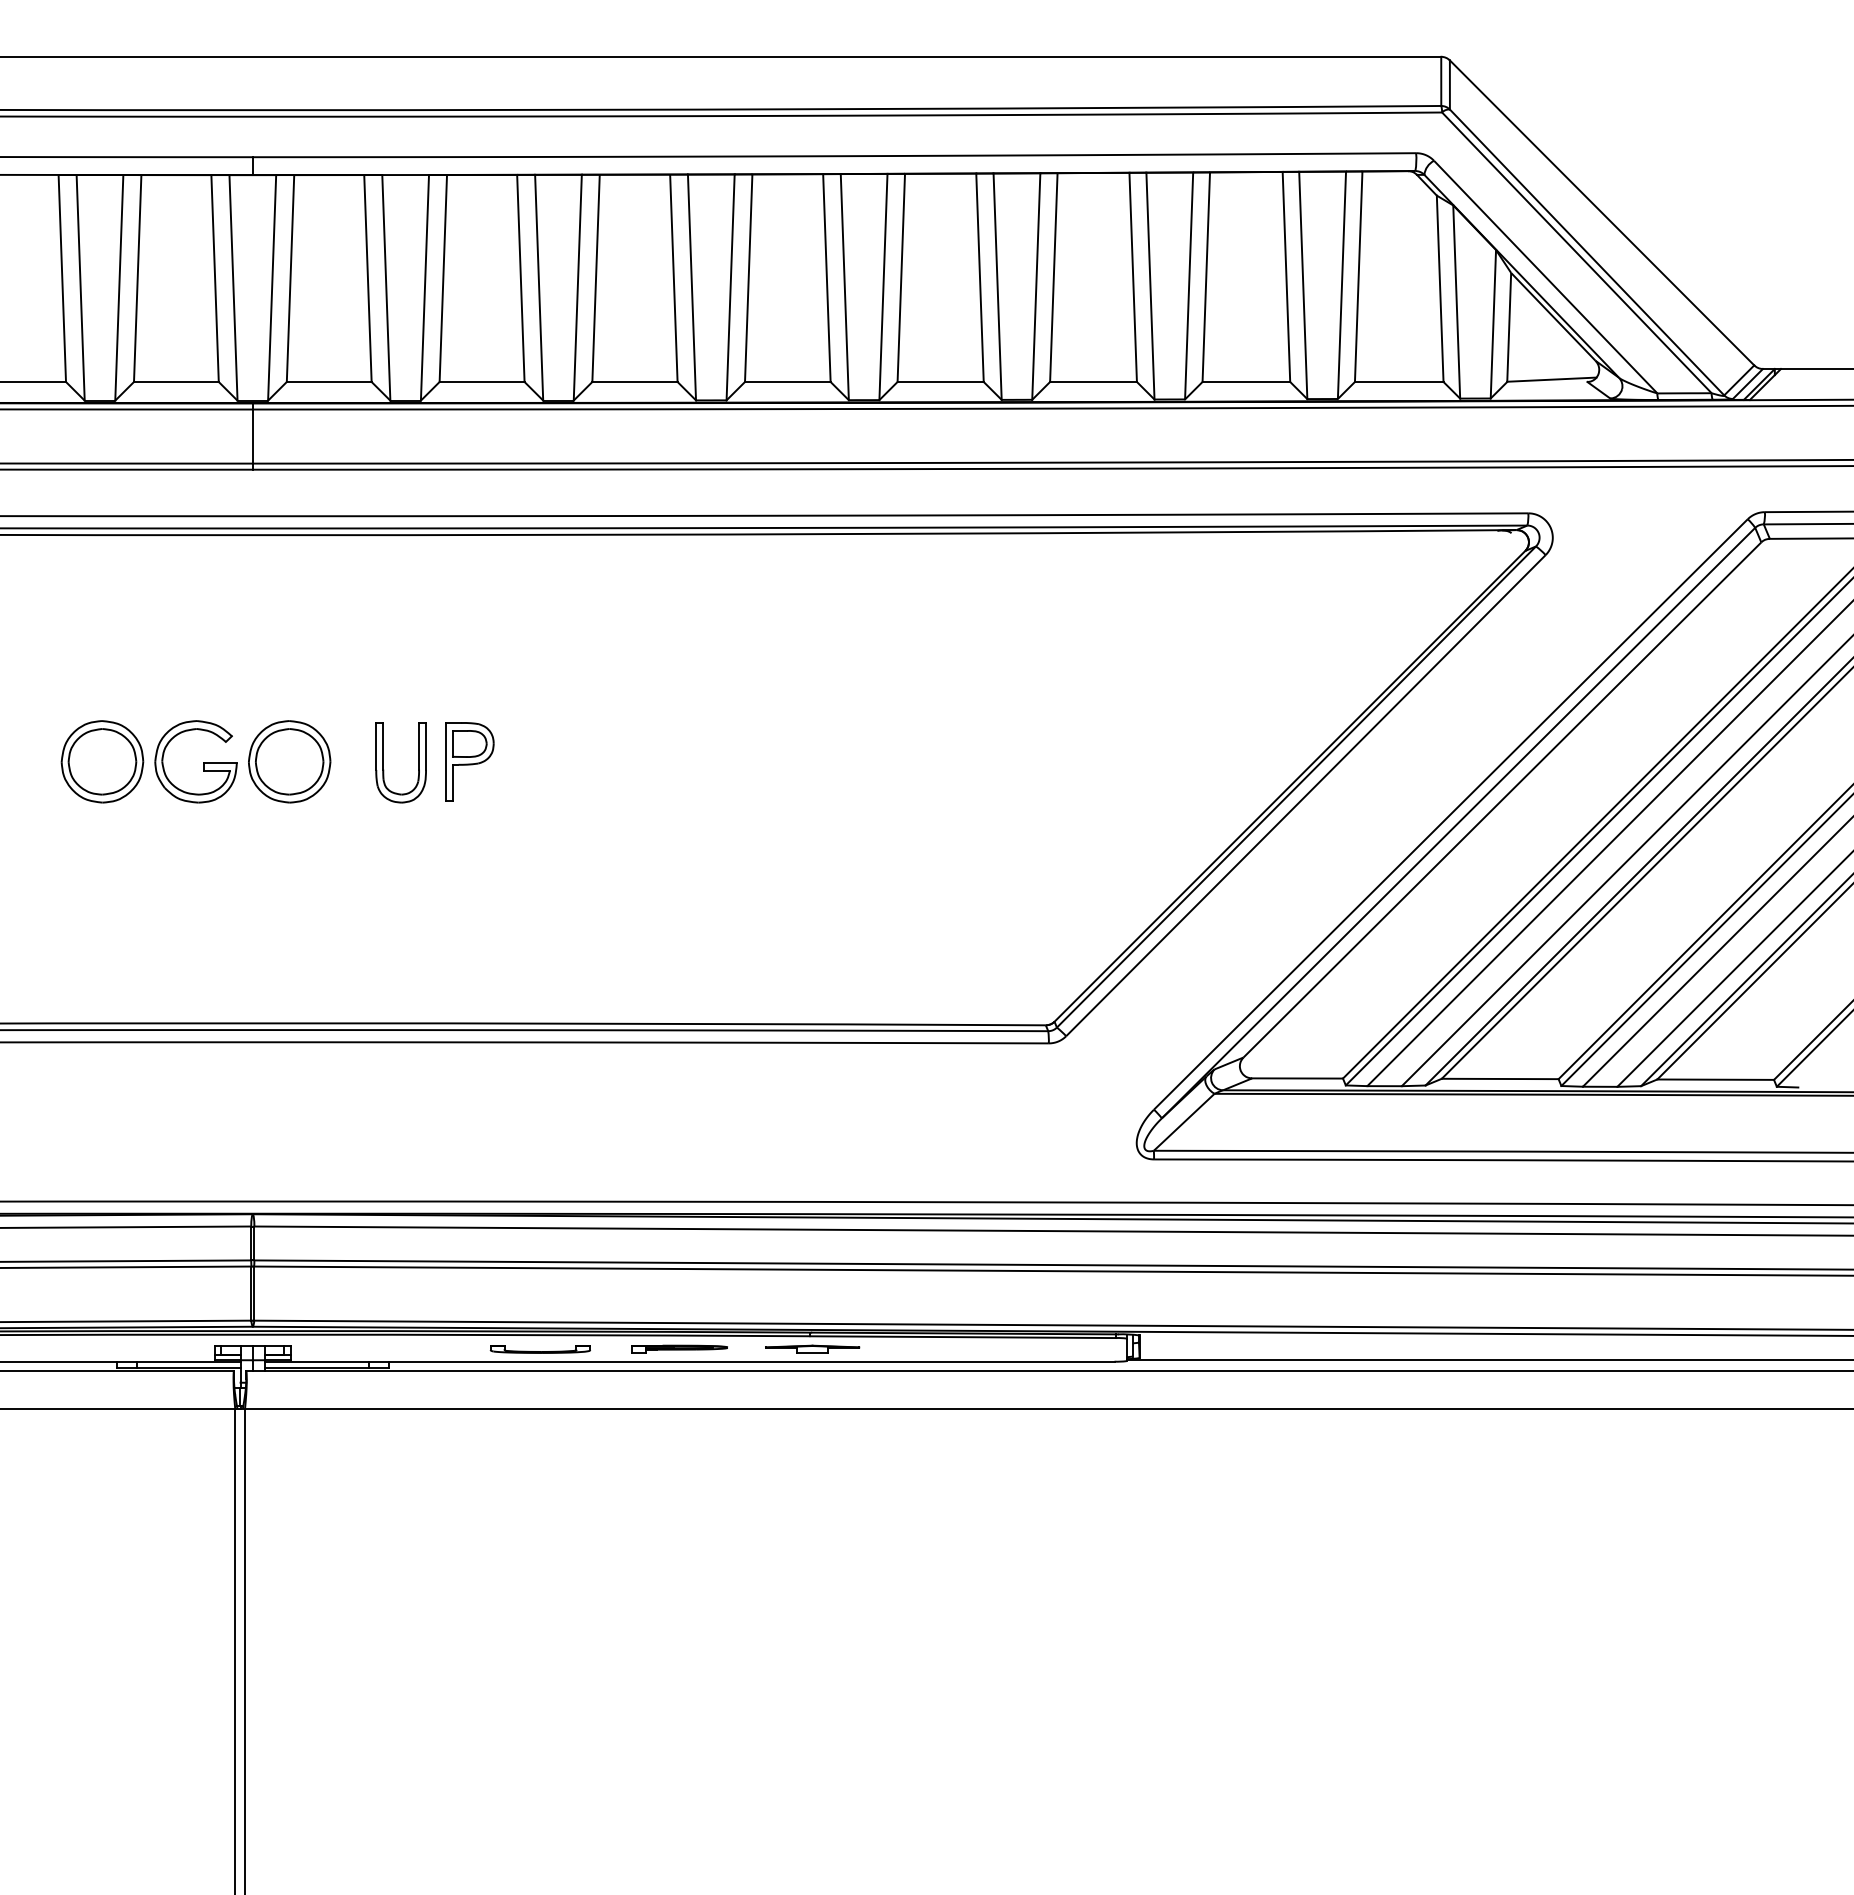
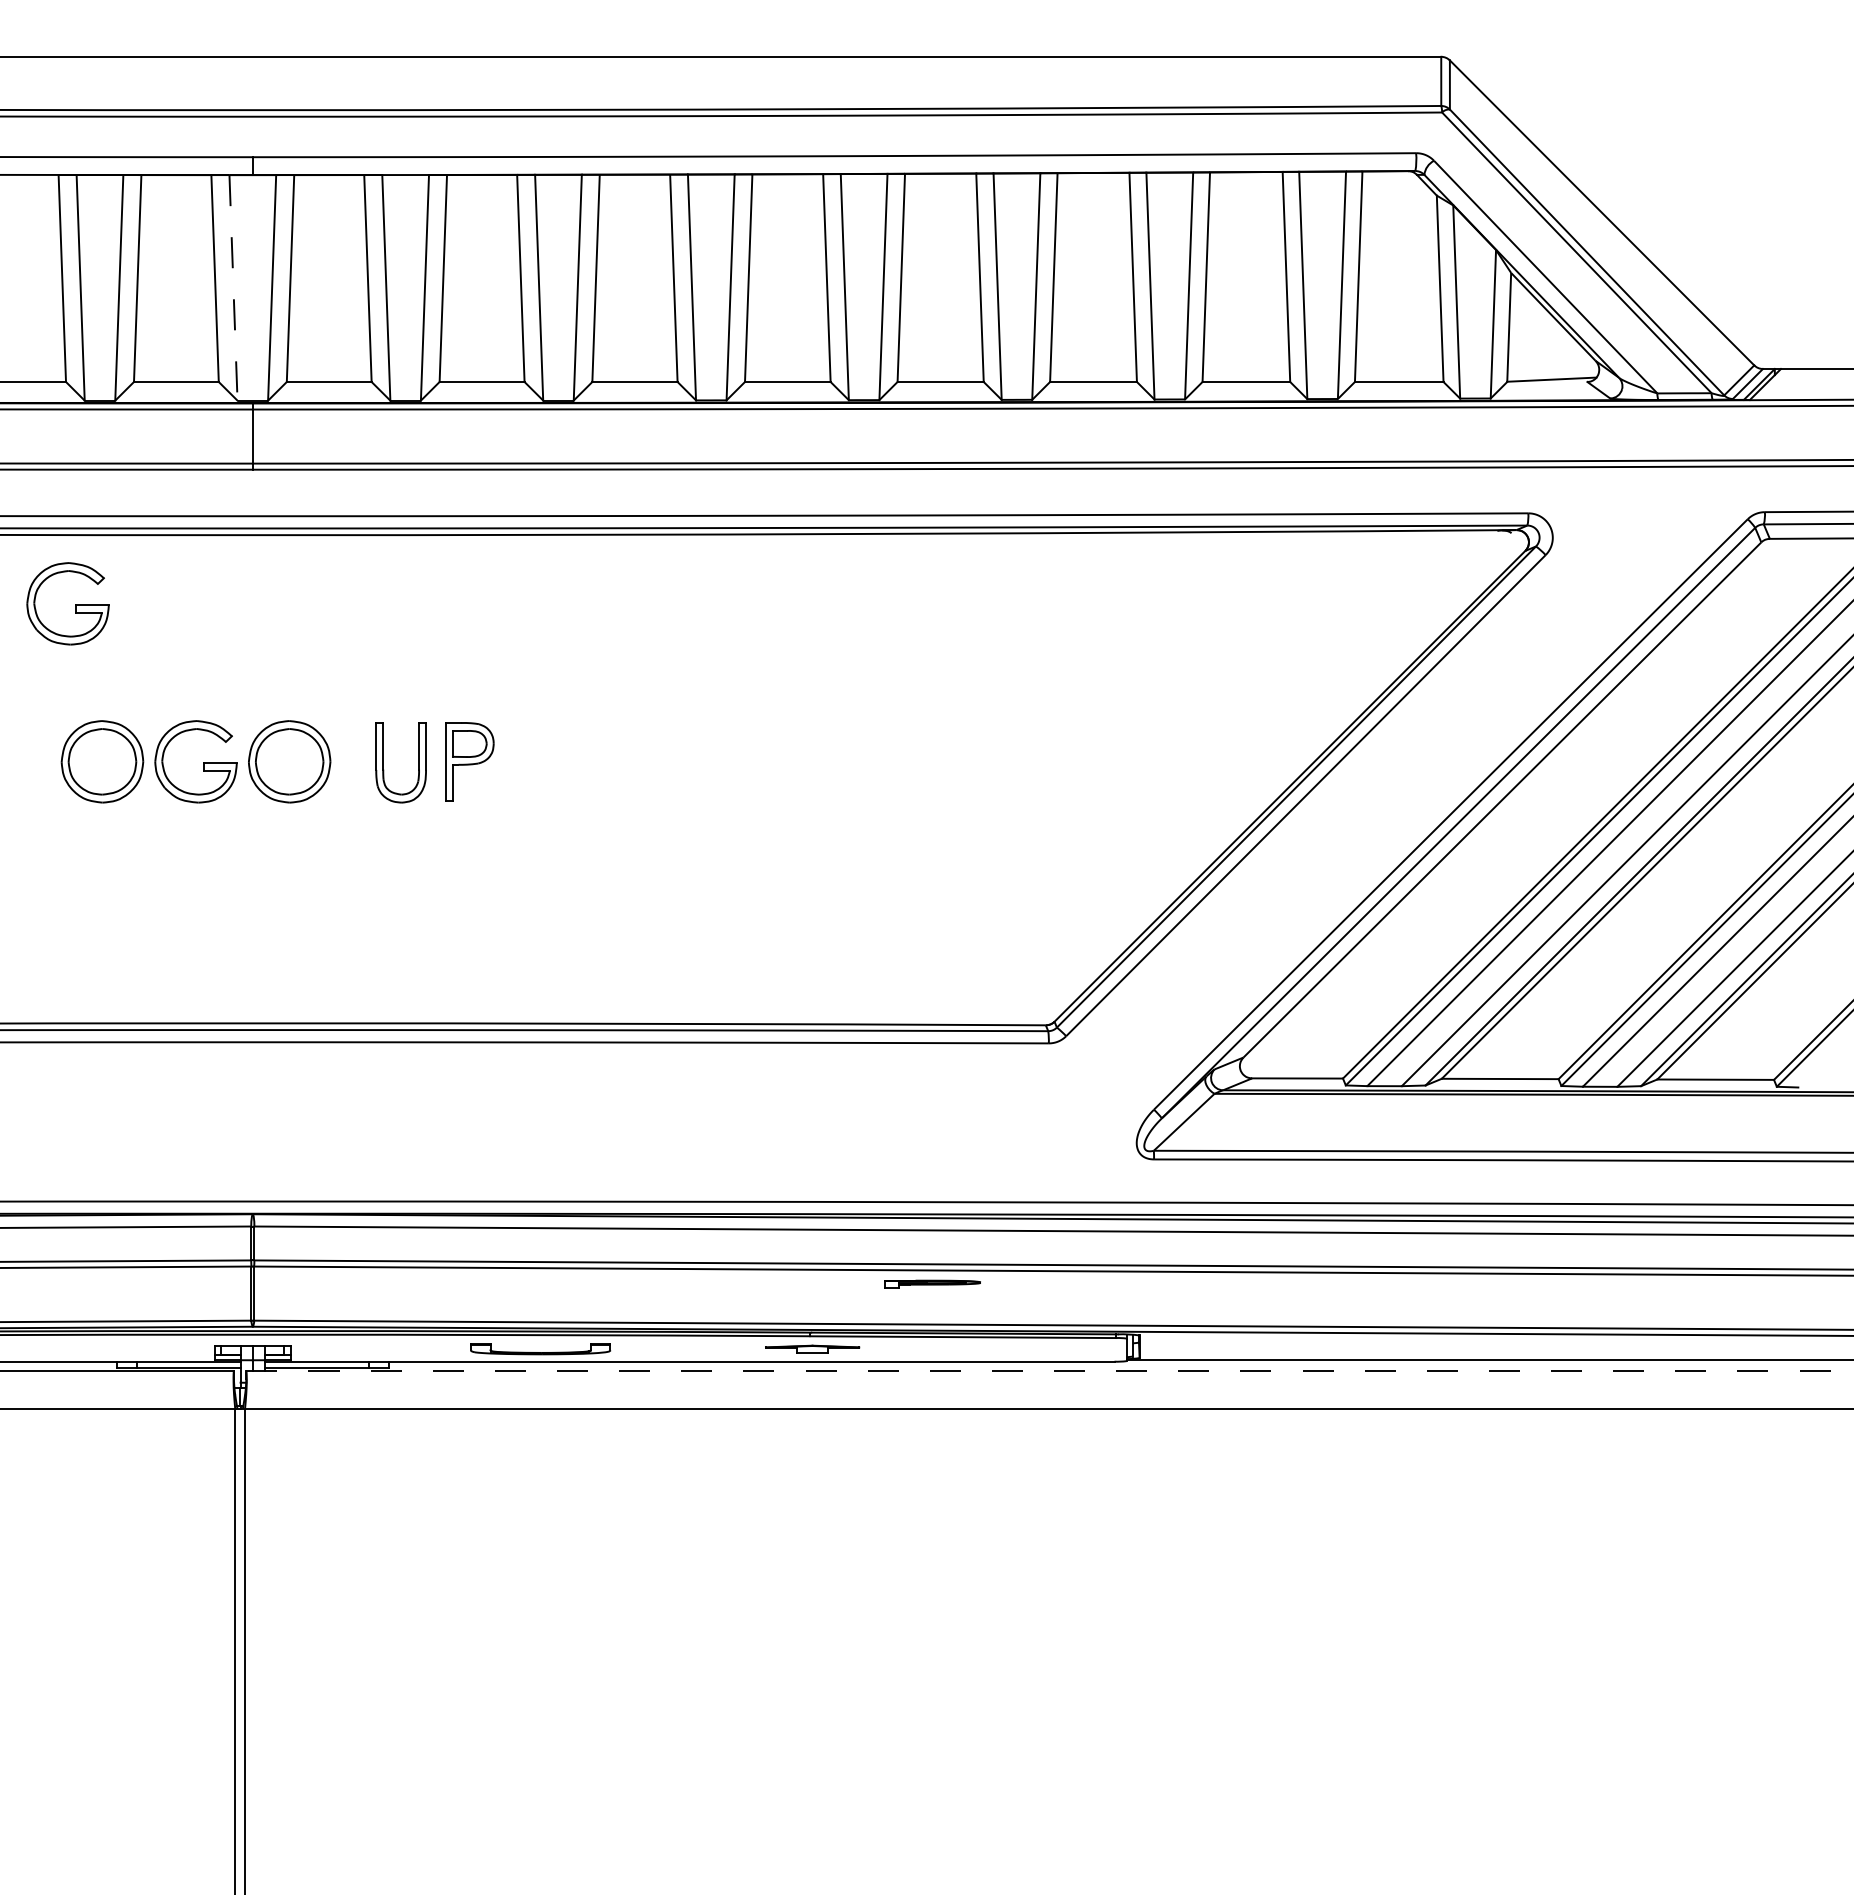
line at (233, 287): solid -> dashed
part at (75, 604): none -> present
part at (679, 1348) position: (679, 1348) -> (932, 1283)
part at (539, 1349) size: 102x9 px -> 142x13 px
line at (1050, 1371): solid -> dashed
